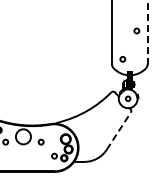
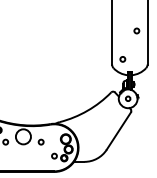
line at (147, 32): dashed -> solid
line at (119, 130): dashed -> solid
